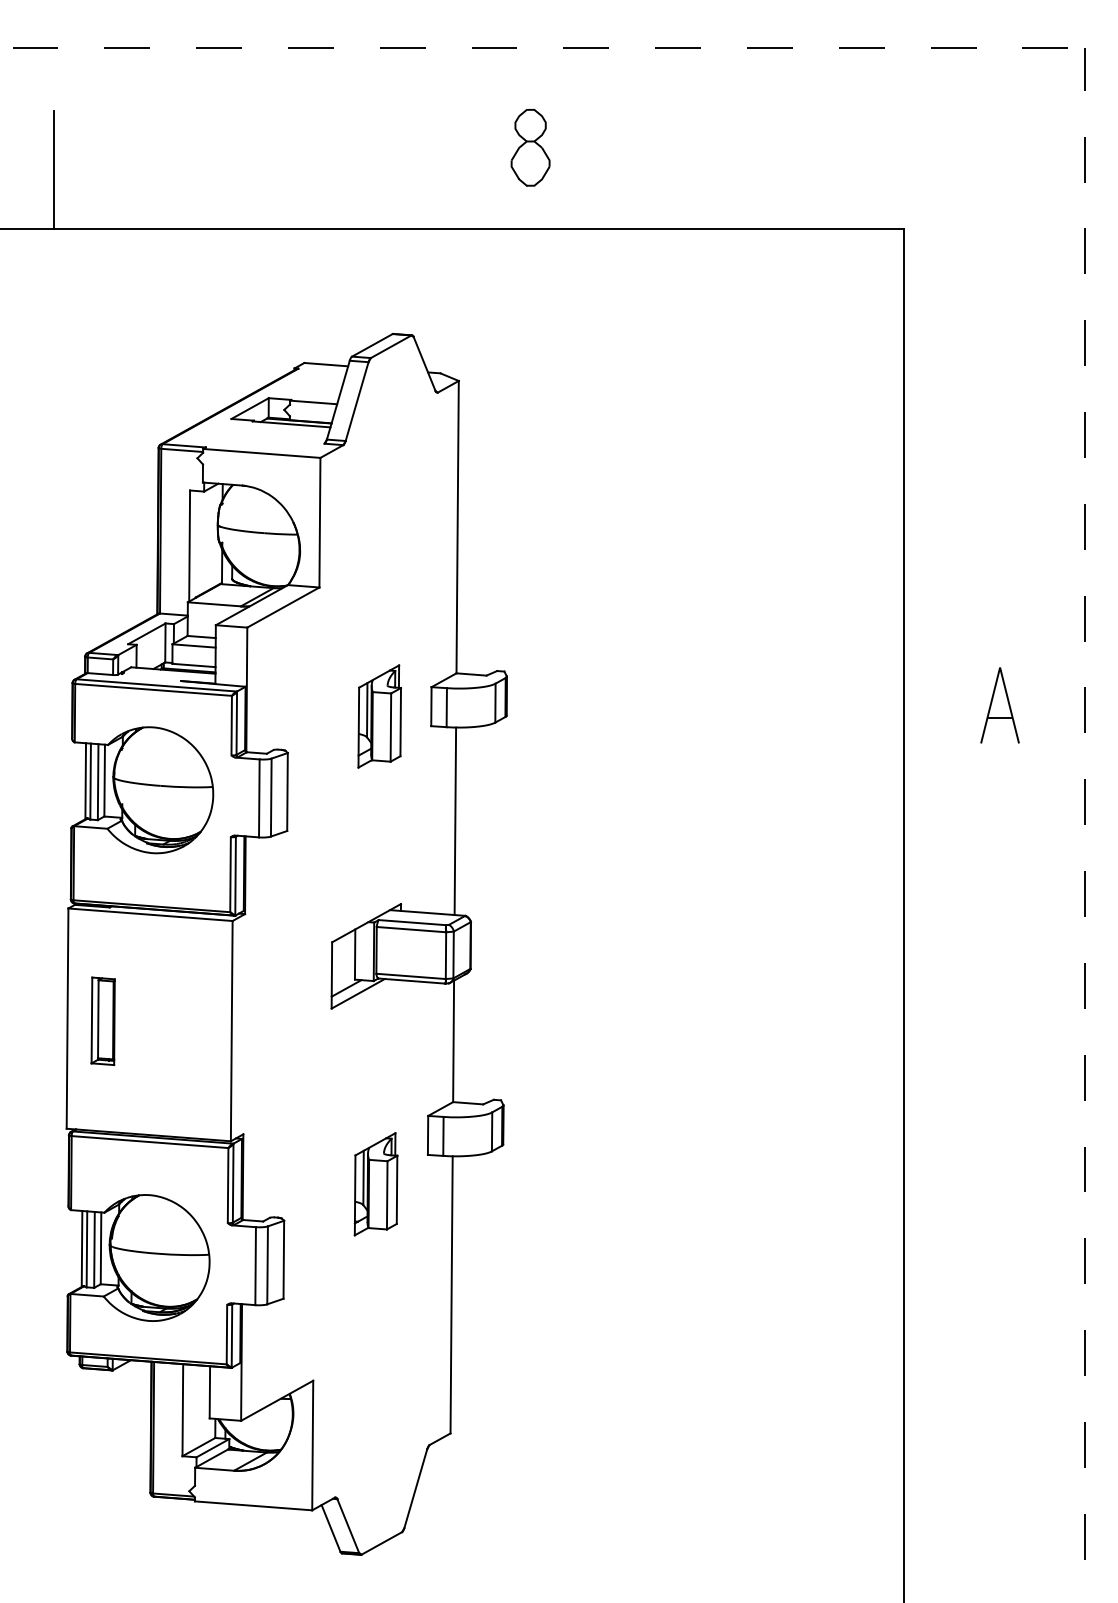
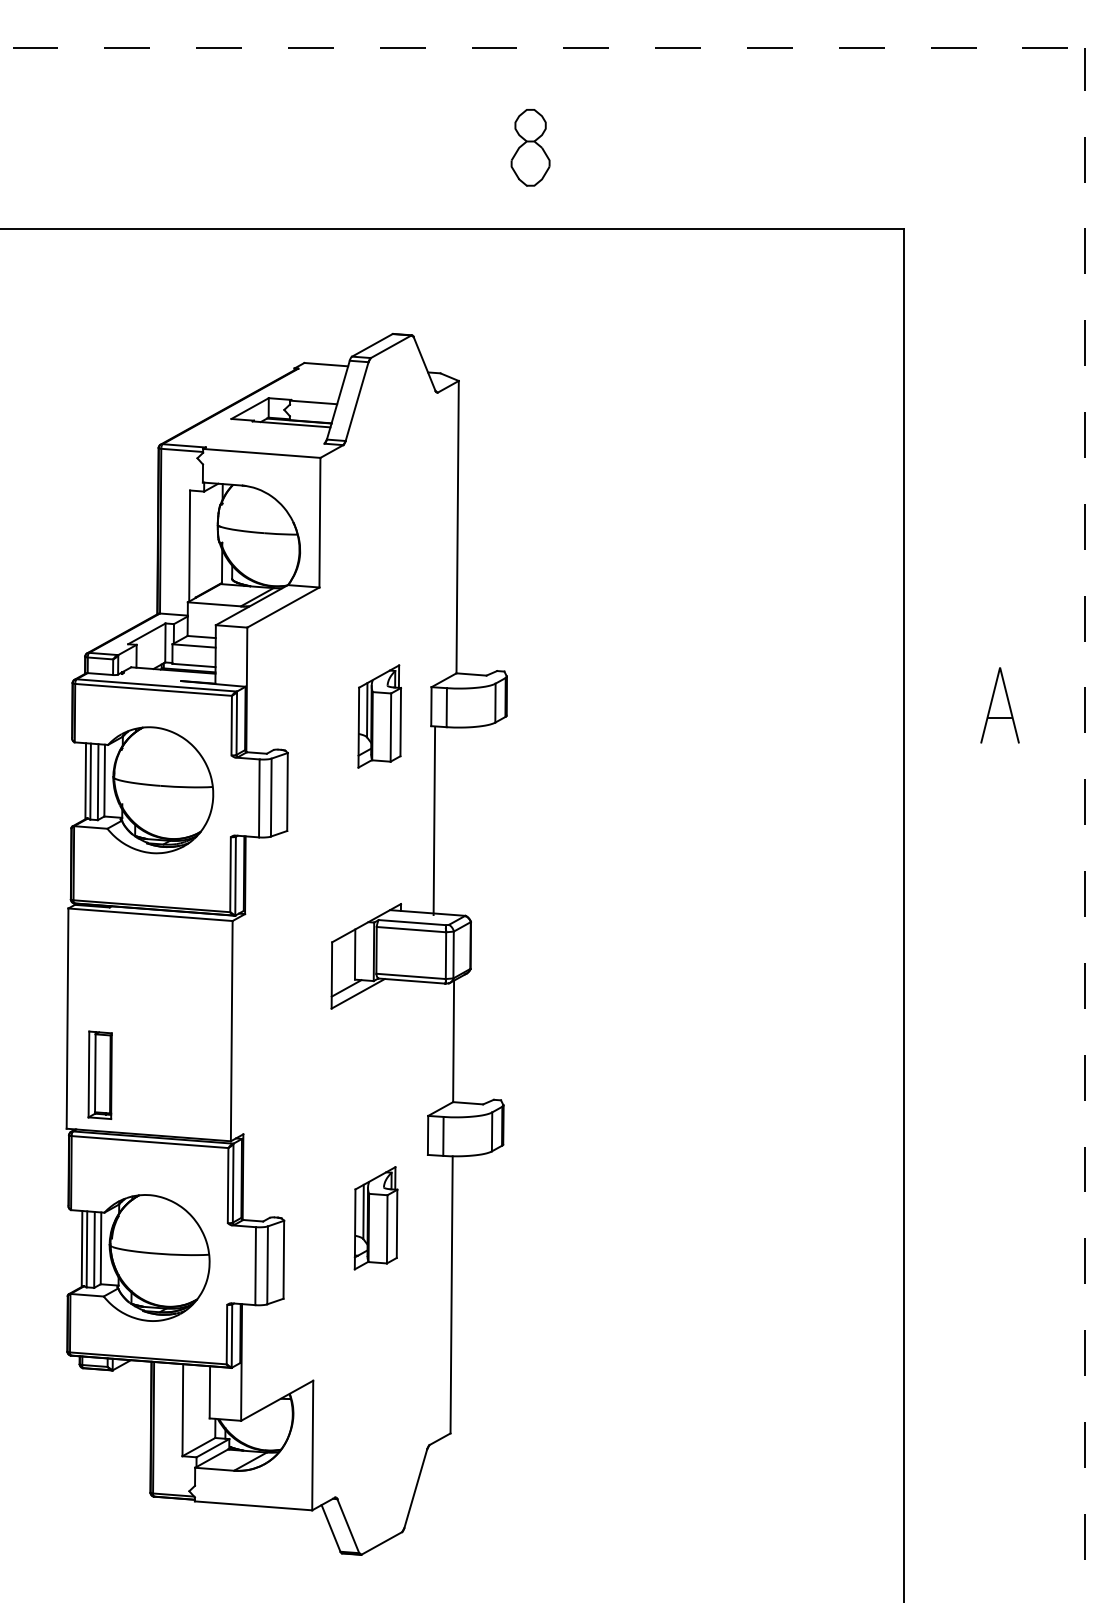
line at (54, 169): present -> none
line at (455, 821) position: (455, 821) -> (434, 821)
part at (102, 1020) position: (102, 1020) -> (99, 1074)
part at (375, 1184) position: (375, 1184) -> (375, 1218)
